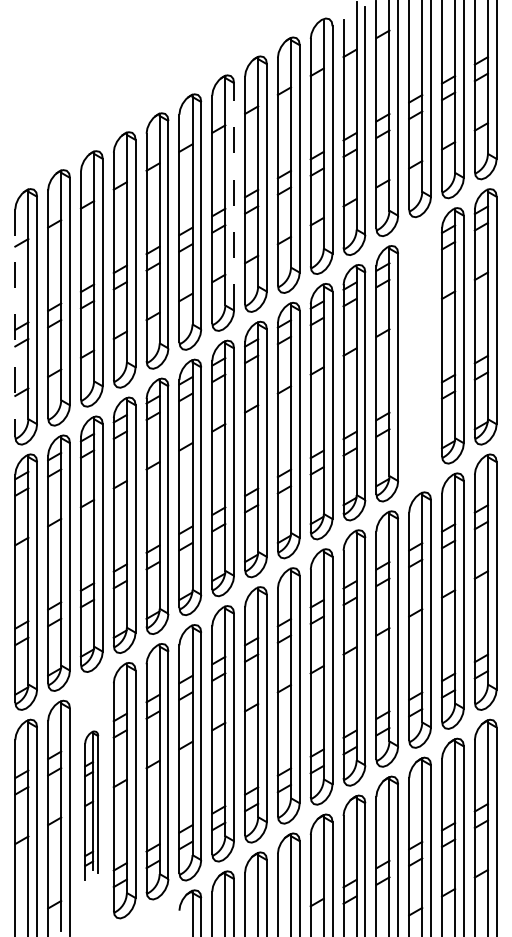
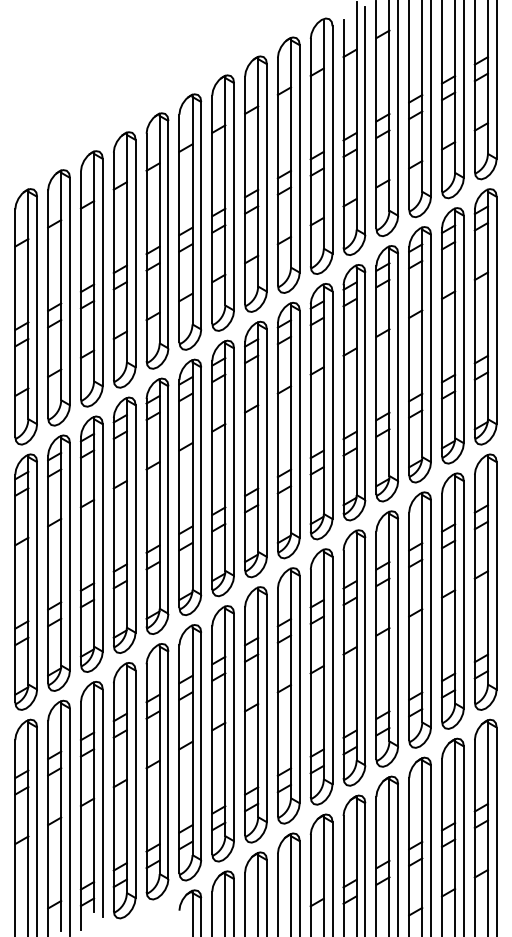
line at (234, 196): dashed -> solid
line at (15, 323): dashed -> solid
part at (419, 354): none -> present
part at (91, 805) size: 16x151 px -> 25x250 px
